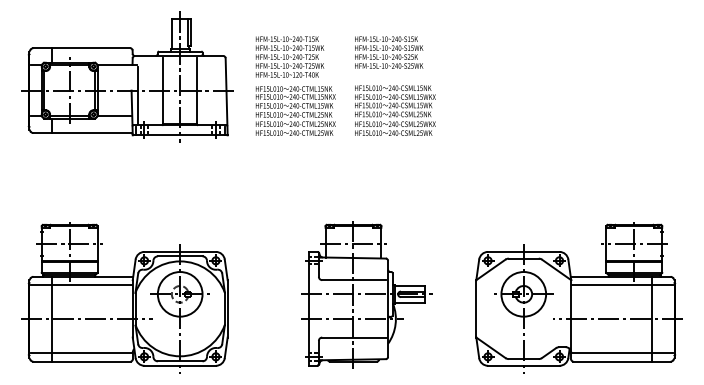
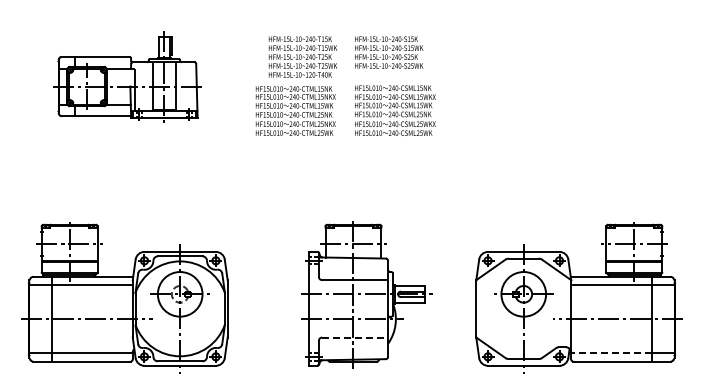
text at (289, 56) position: (289, 56) -> (302, 56)
part at (127, 76) size: 213x132 px -> 149x92 px
line at (354, 337): solid -> dashed
line at (611, 353): solid -> dashed
